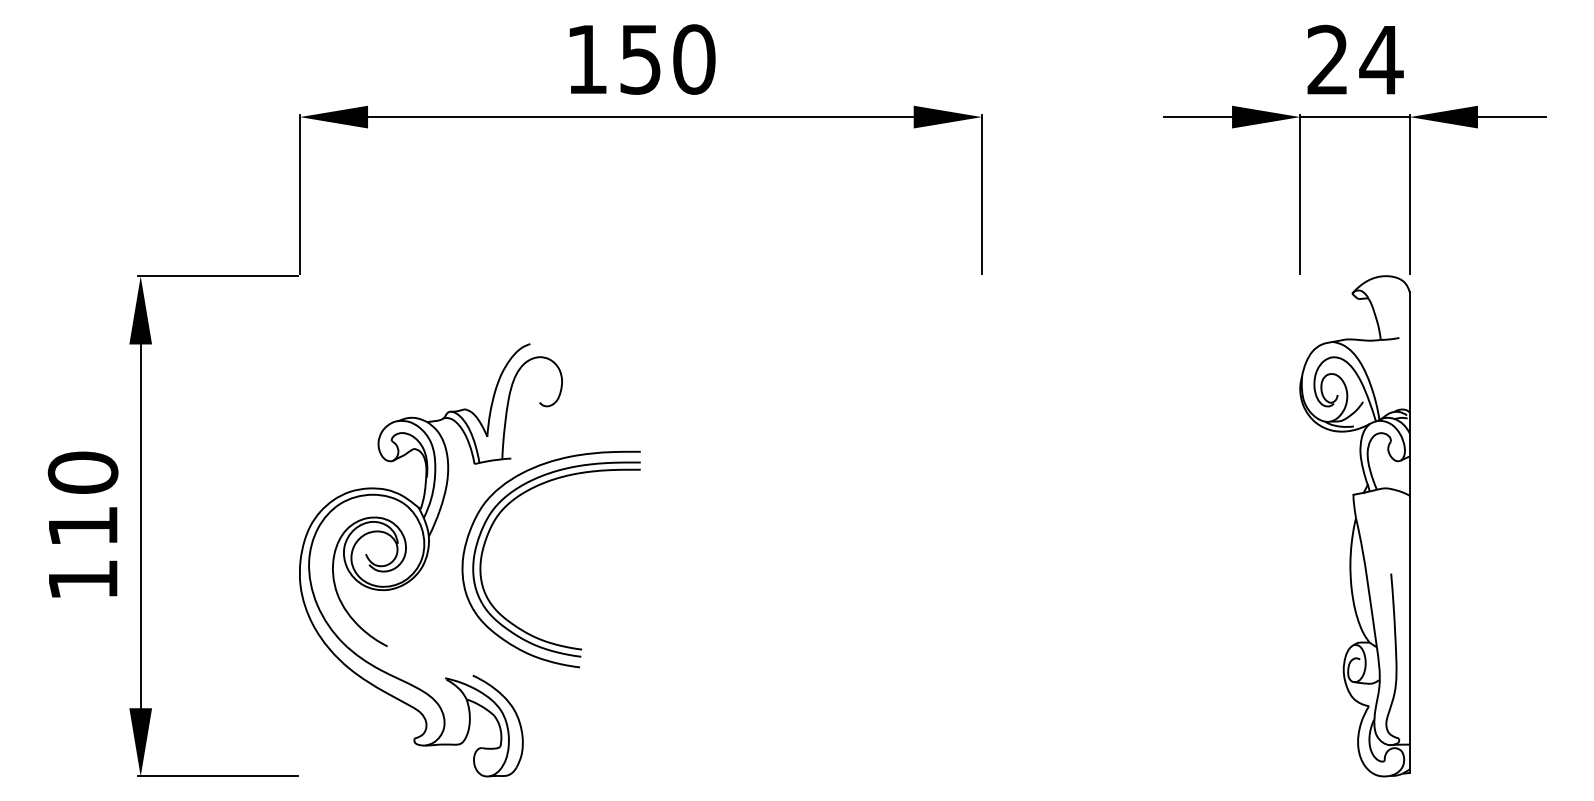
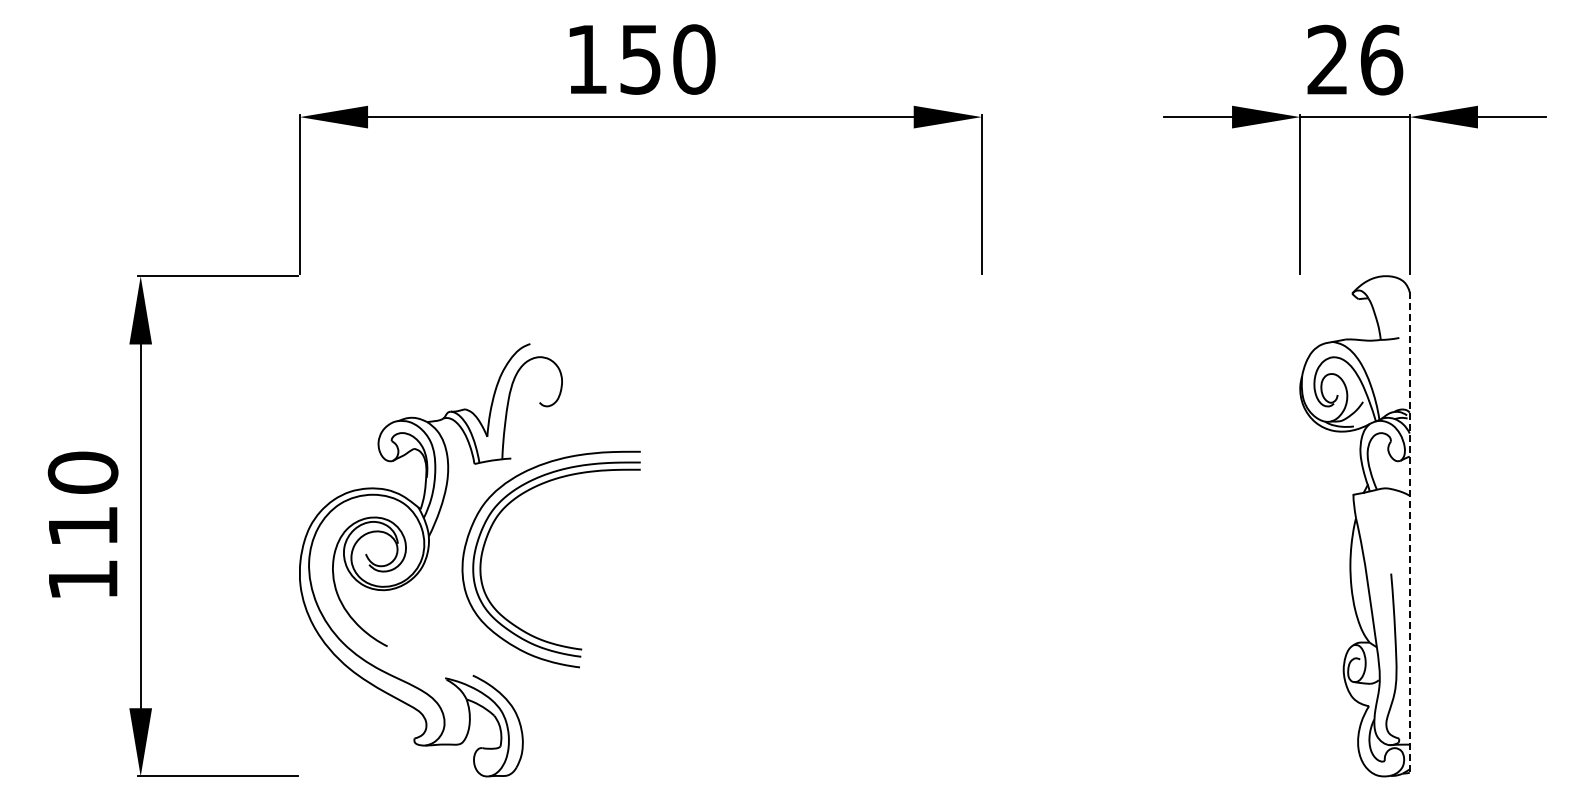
text at (1381, 59): 24 -> 26
line at (1409, 533): solid -> dashed
